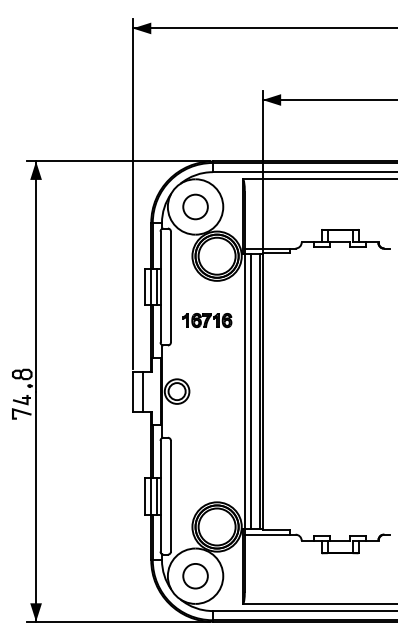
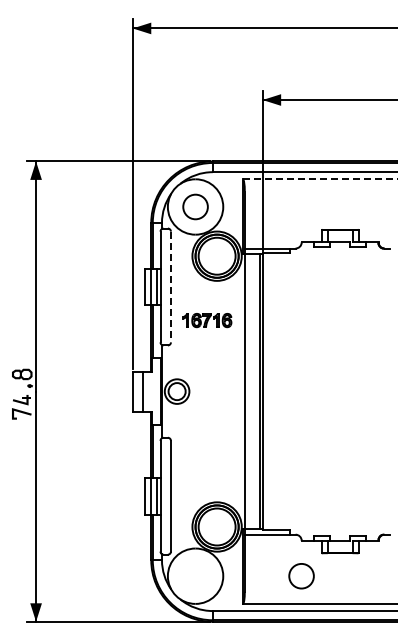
line at (320, 179): solid -> dashed
line at (170, 287): solid -> dashed
line at (250, 391): present -> none
circle at (195, 576) position: (195, 576) -> (301, 576)
